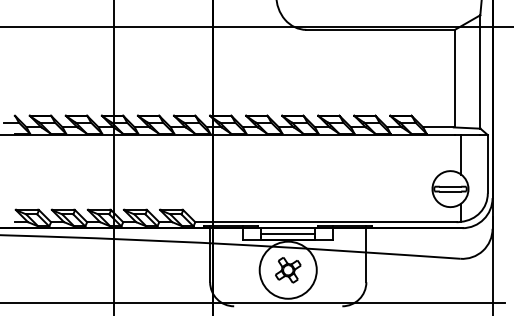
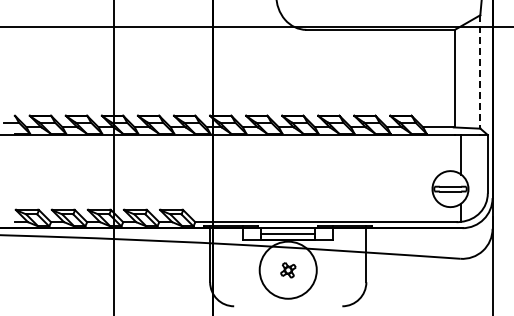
line at (480, 71): solid -> dashed
part at (288, 270) size: 27x27 px -> 17x17 px
line at (253, 303): present -> none
